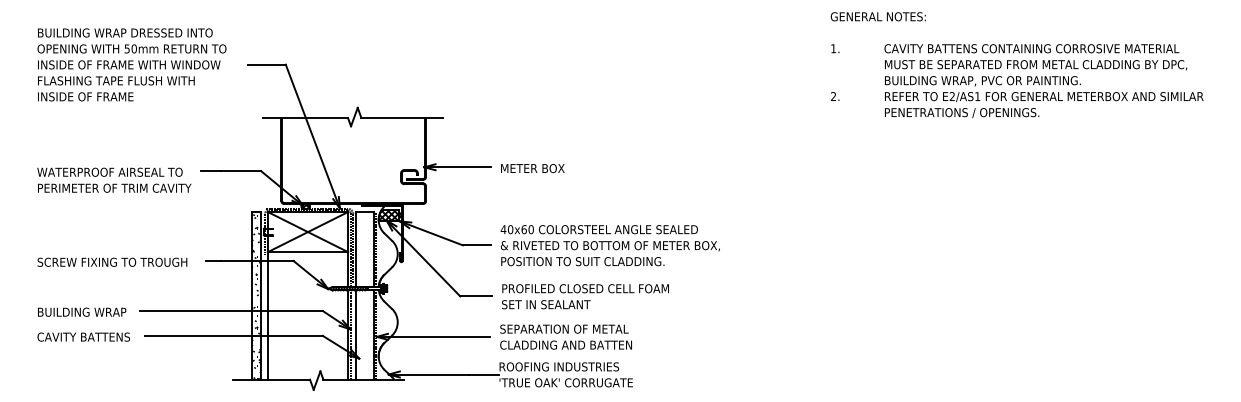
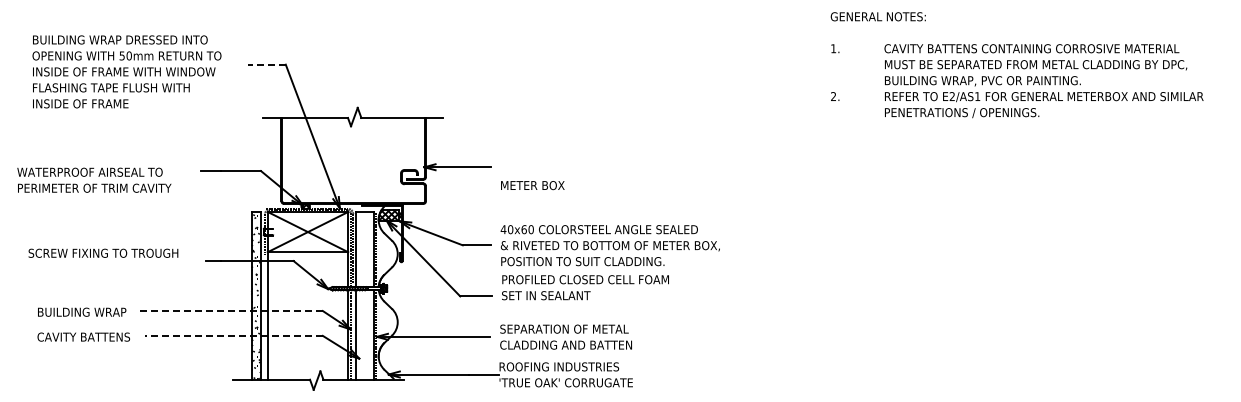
text at (131, 64) position: (131, 64) -> (126, 71)
line at (267, 64): solid -> dashed
text at (532, 168) position: (532, 168) -> (532, 185)
text at (114, 179) position: (114, 179) -> (94, 179)
text at (112, 261) position: (112, 261) -> (103, 252)
text at (585, 296) position: (585, 296) -> (585, 287)
line at (231, 311): solid -> dashed
line at (234, 335): solid -> dashed
